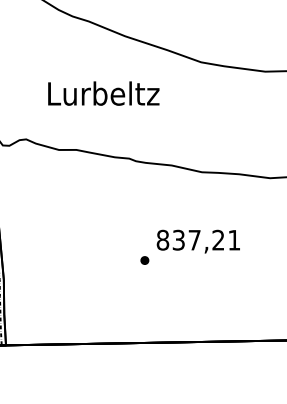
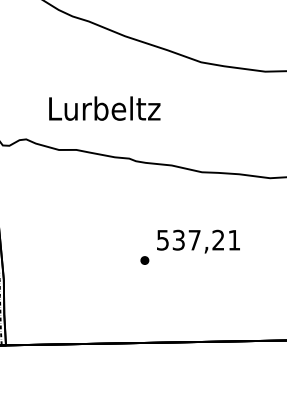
text at (103, 93) position: (103, 93) -> (104, 108)
text at (162, 239): 837,21 -> 537,21
